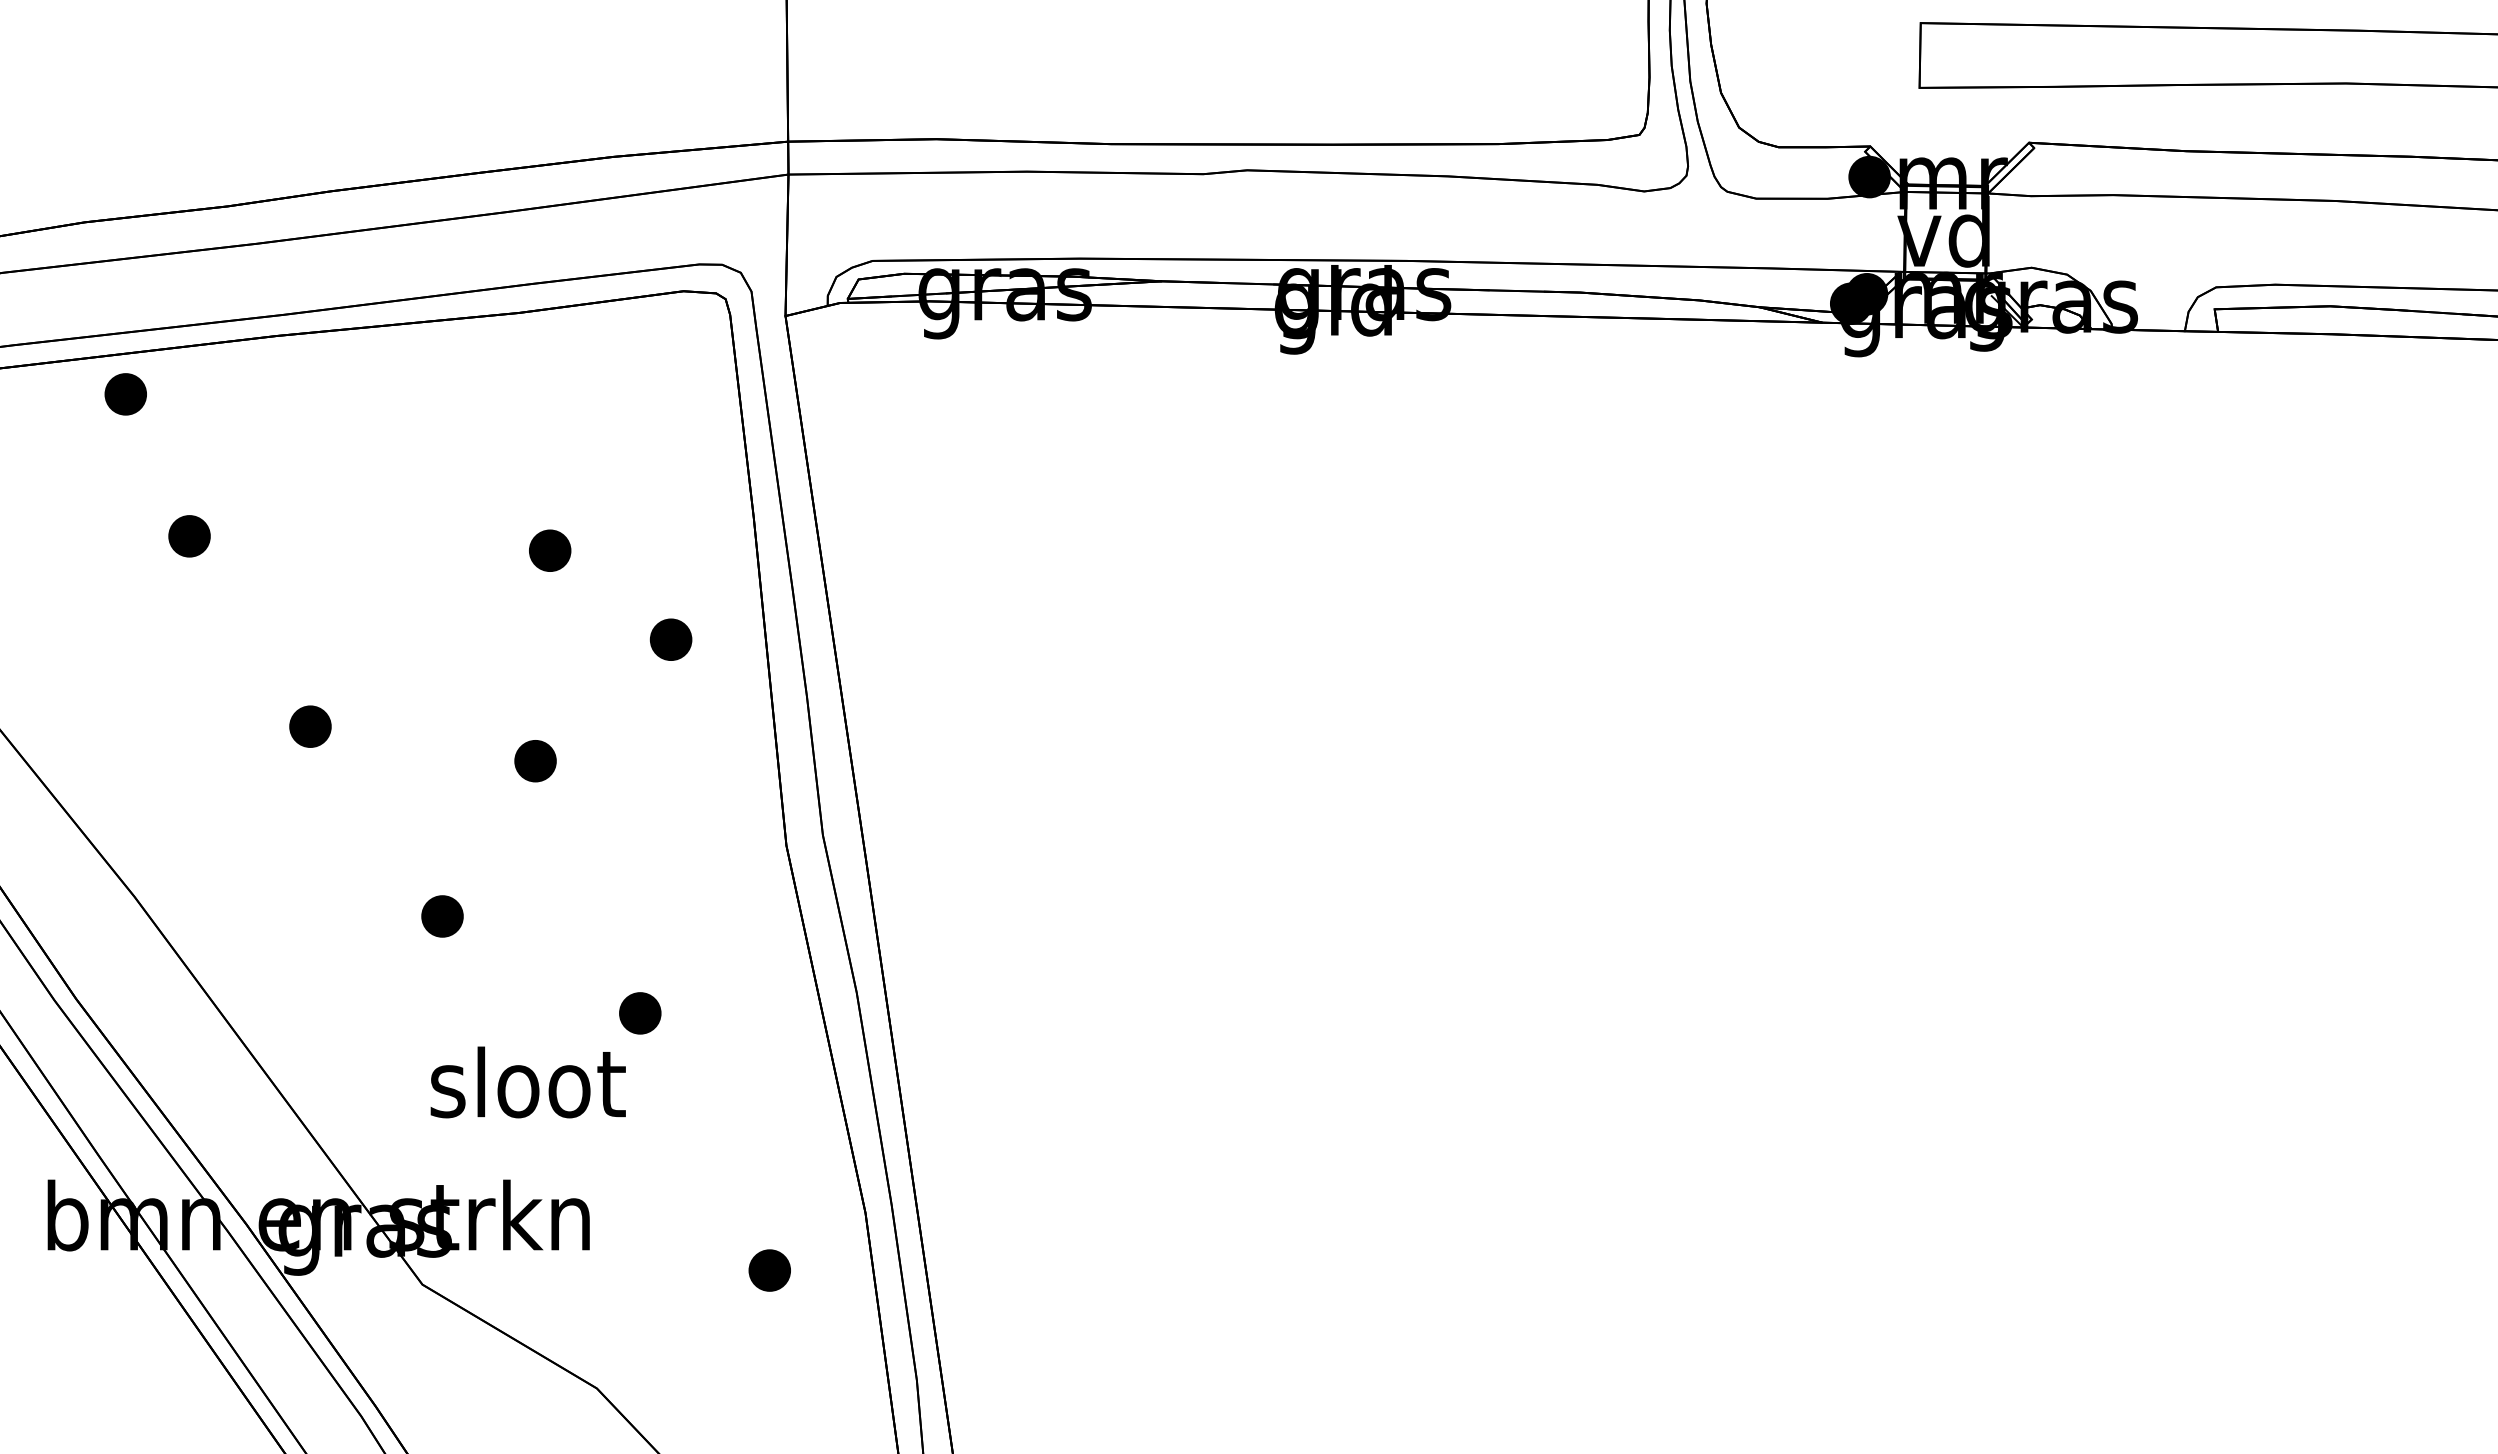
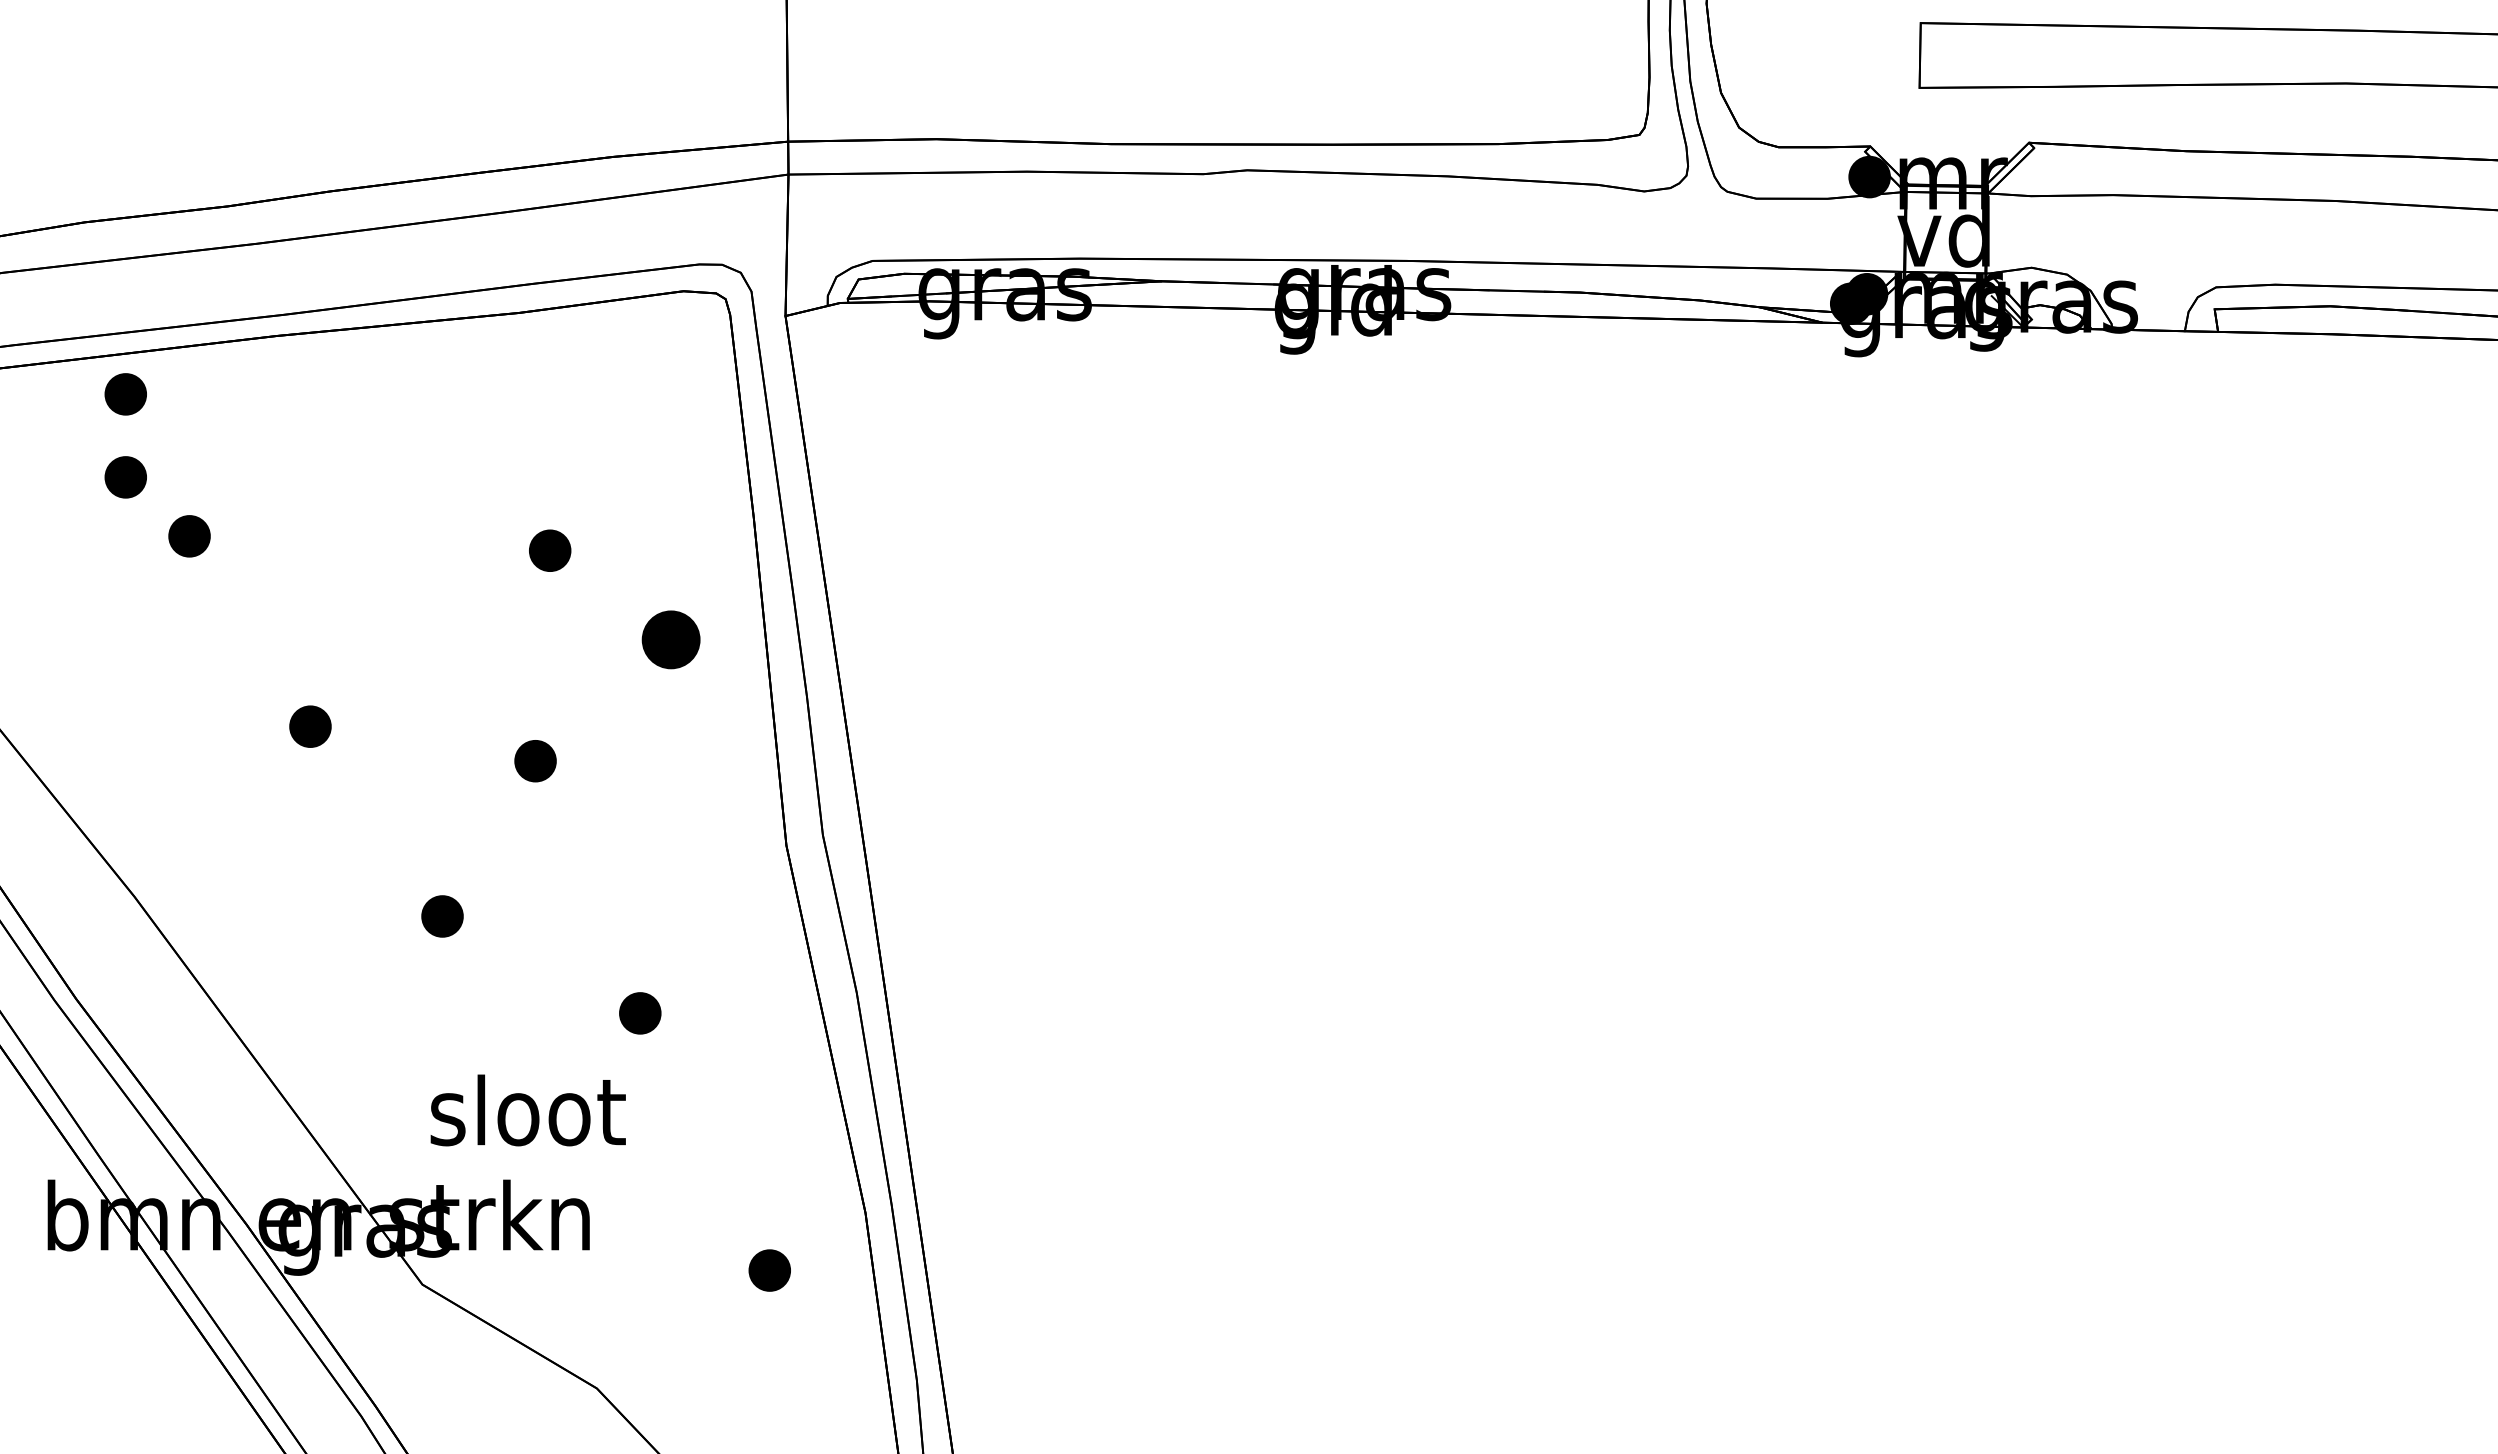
part at (125, 477): none -> present
part at (670, 639) size: 44x43 px -> 60x60 px
text at (527, 1082) position: (527, 1082) -> (527, 1110)
